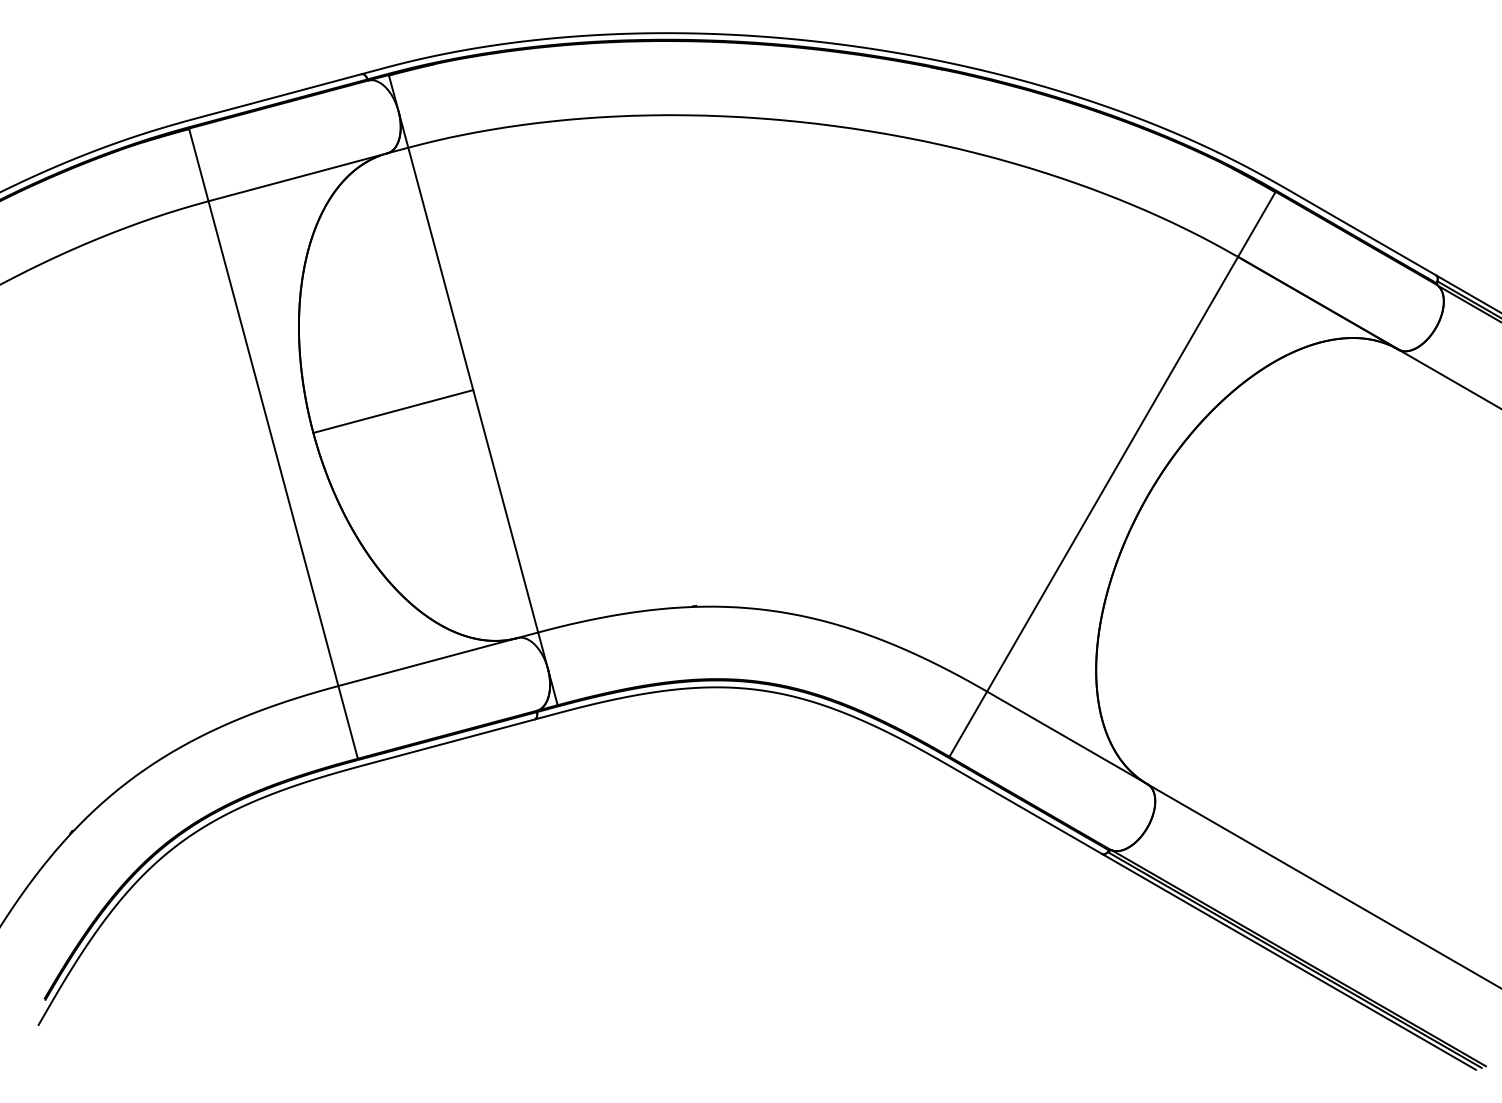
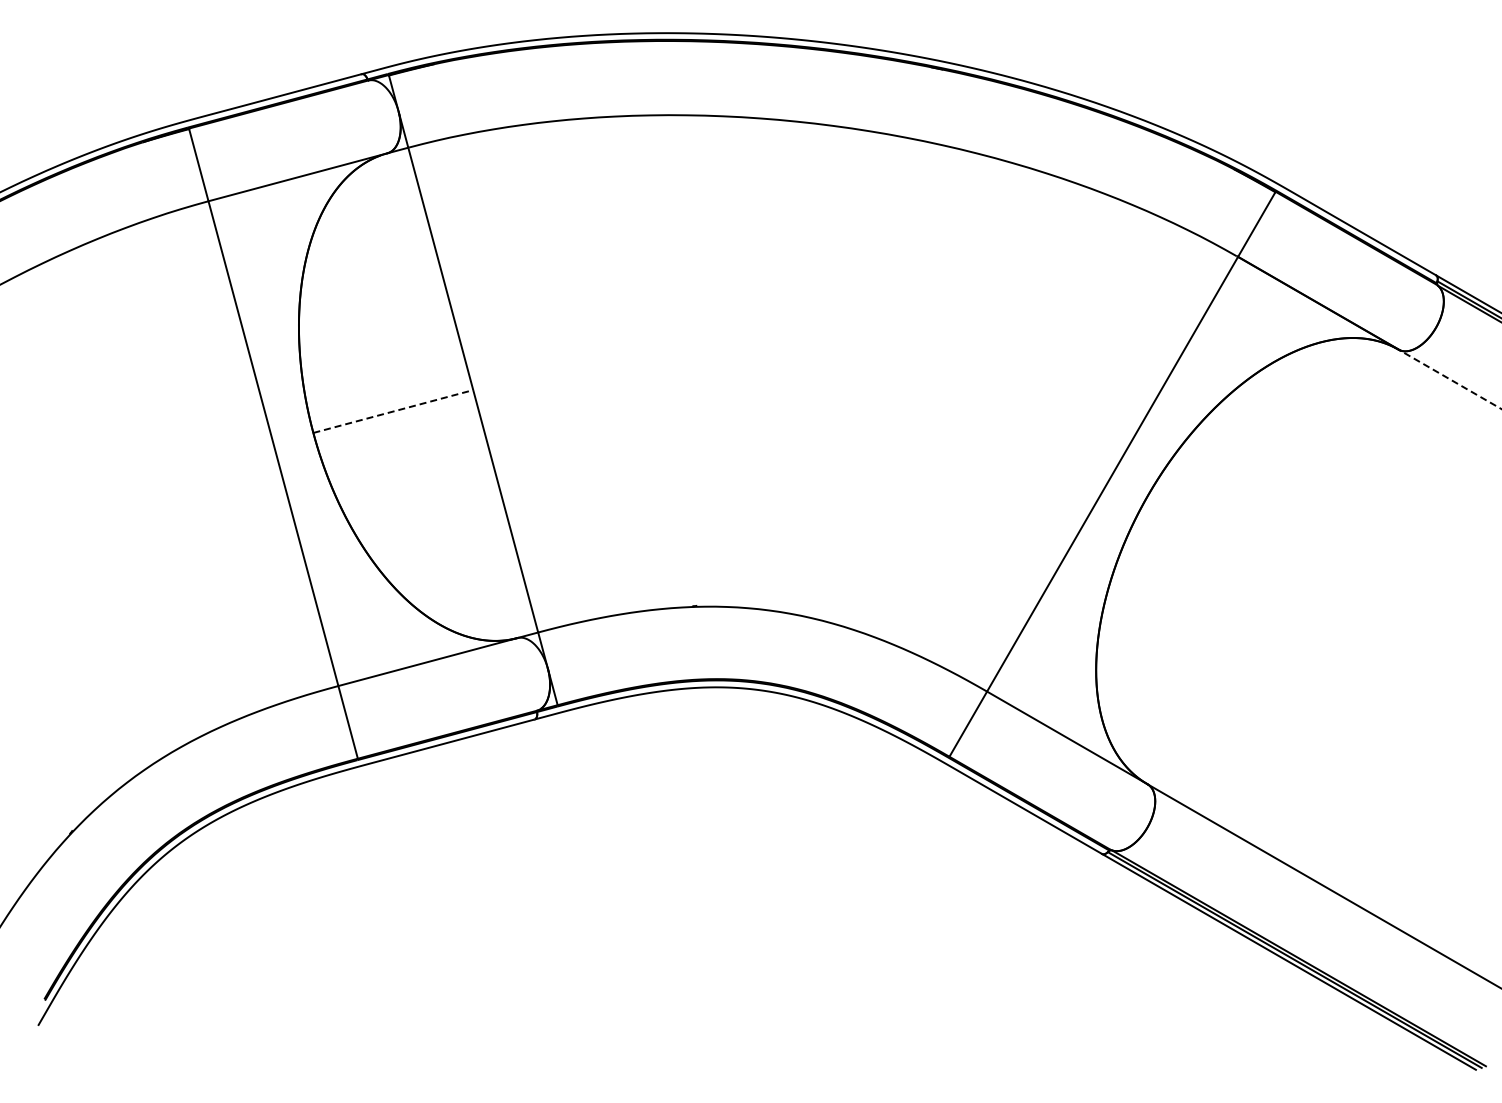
line at (1449, 379): solid -> dashed
line at (393, 411): solid -> dashed
